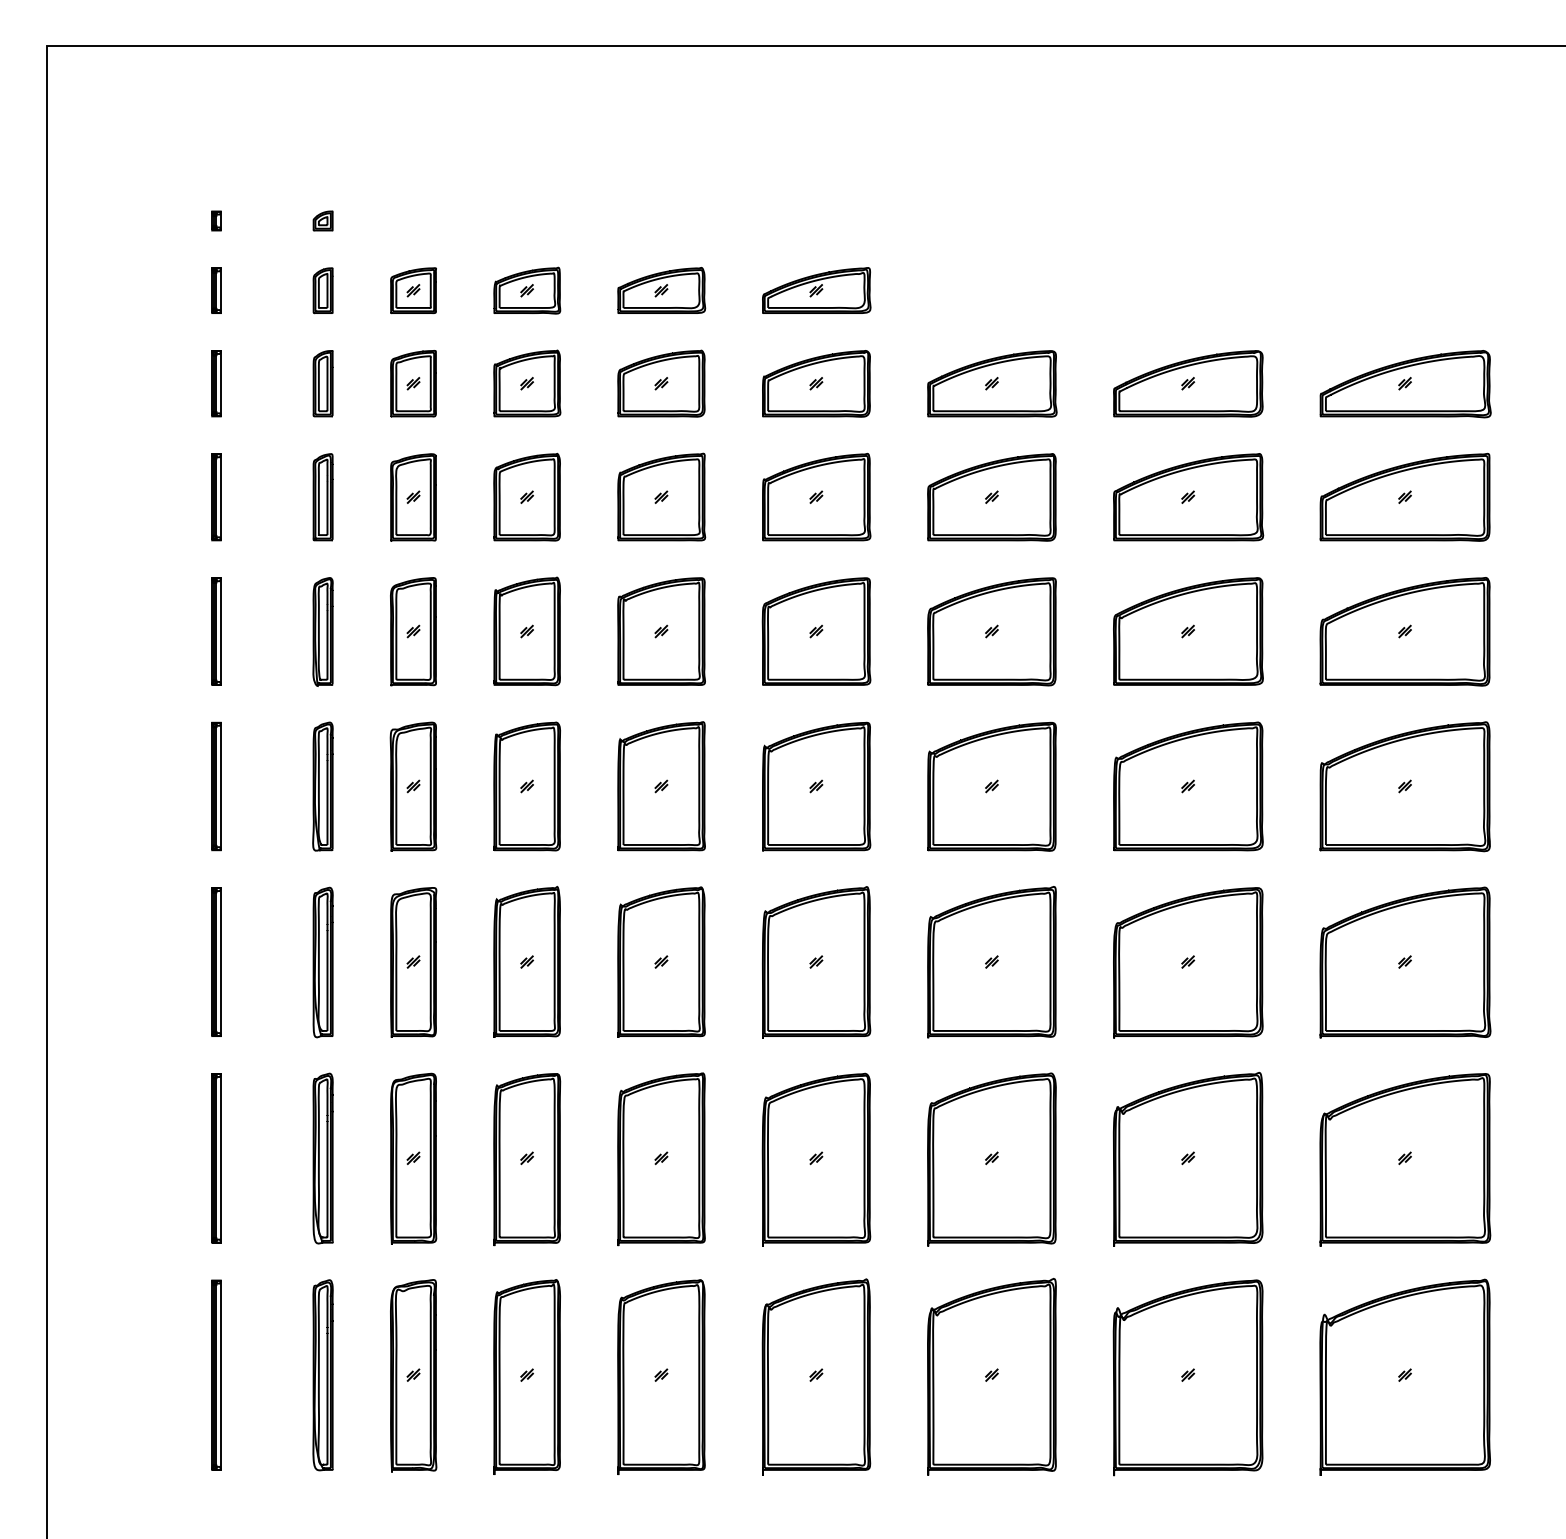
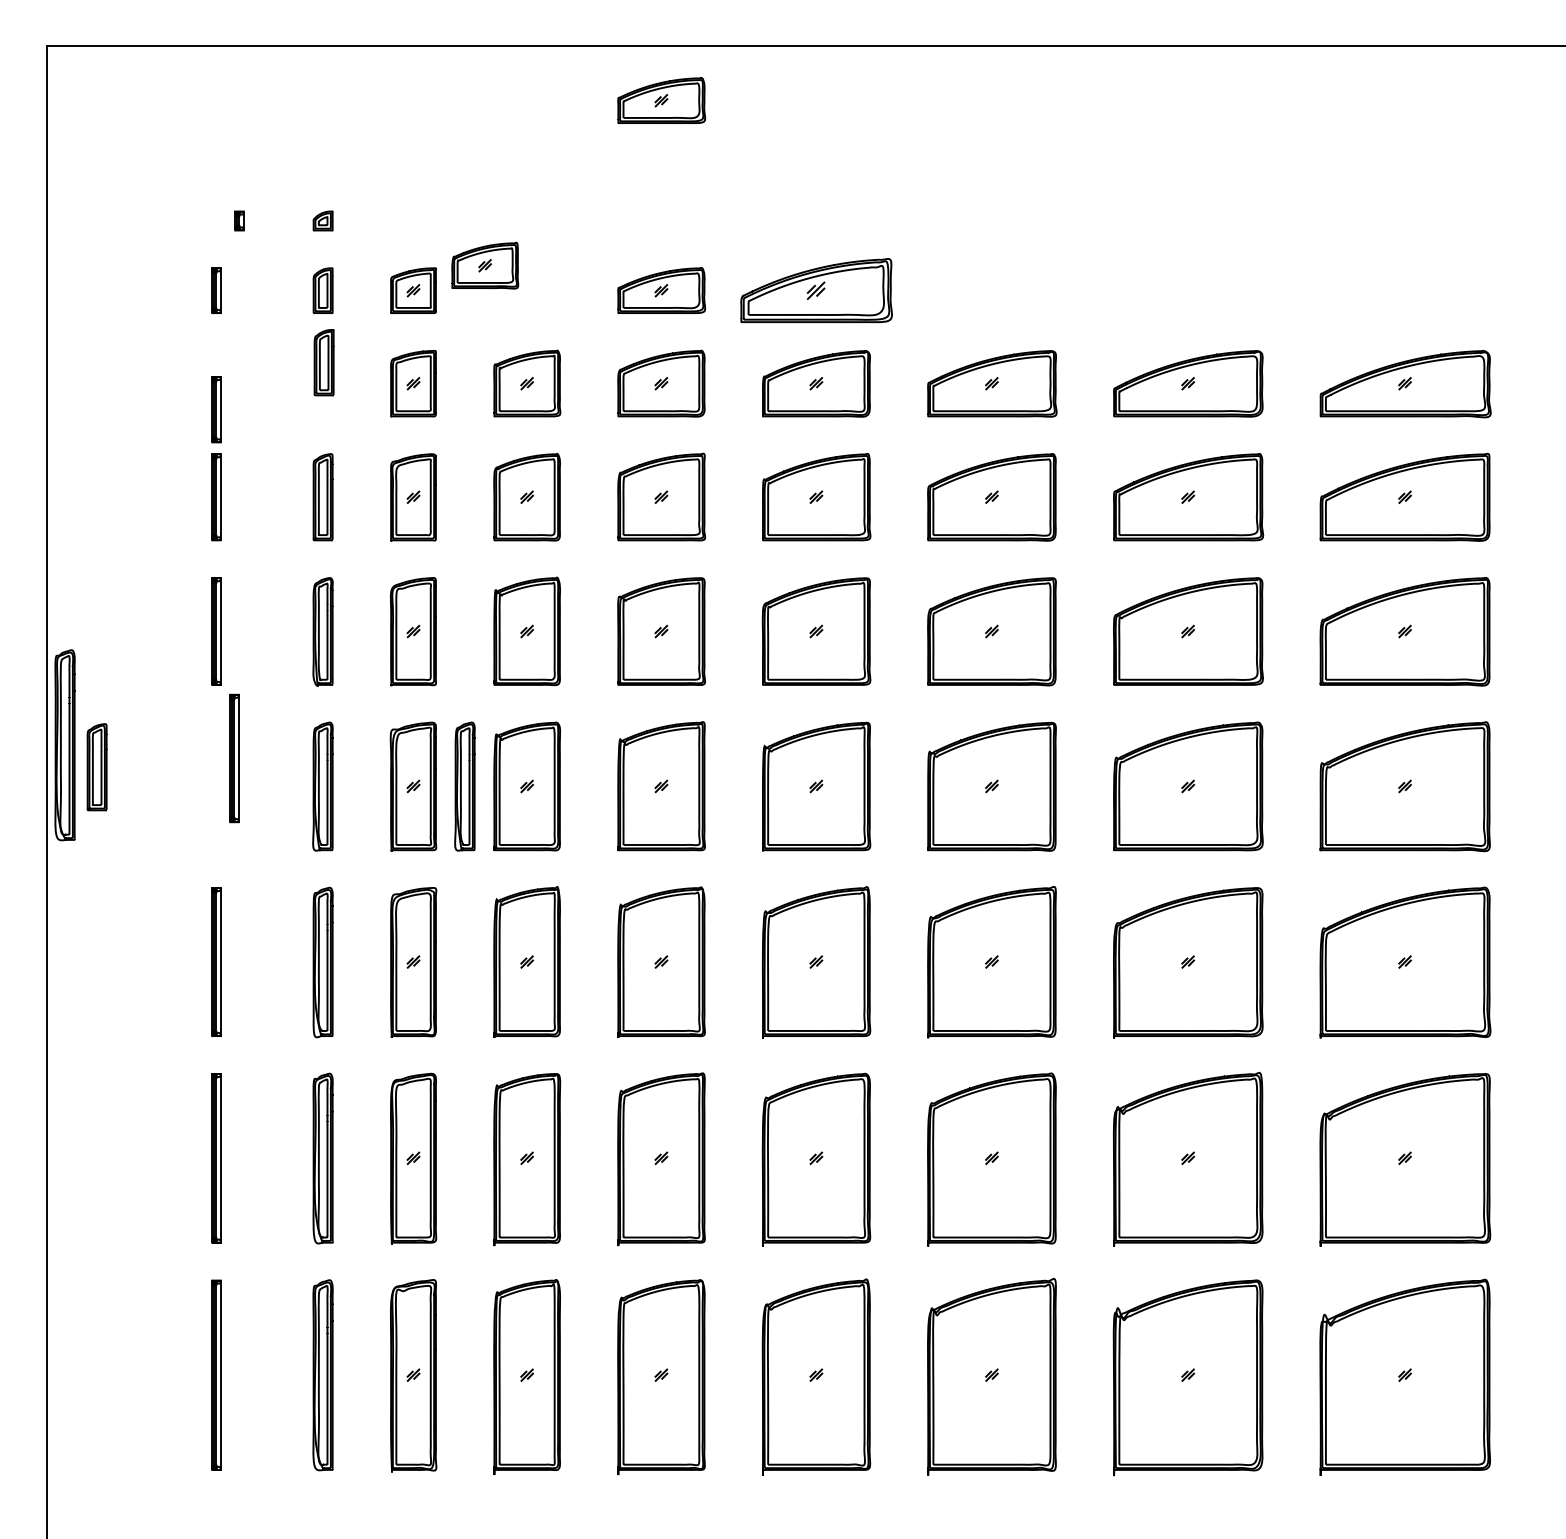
part at (661, 100): none -> present
part at (216, 220) position: (216, 220) -> (239, 220)
part at (527, 290) position: (527, 290) -> (485, 265)
part at (816, 290) size: 110x47 px -> 153x65 px
part at (216, 383) position: (216, 383) -> (216, 409)
part at (322, 383) position: (322, 383) -> (323, 362)
part at (64, 745): none -> present
part at (96, 767): none -> present
part at (216, 786) position: (216, 786) -> (234, 758)
part at (464, 786): none -> present
